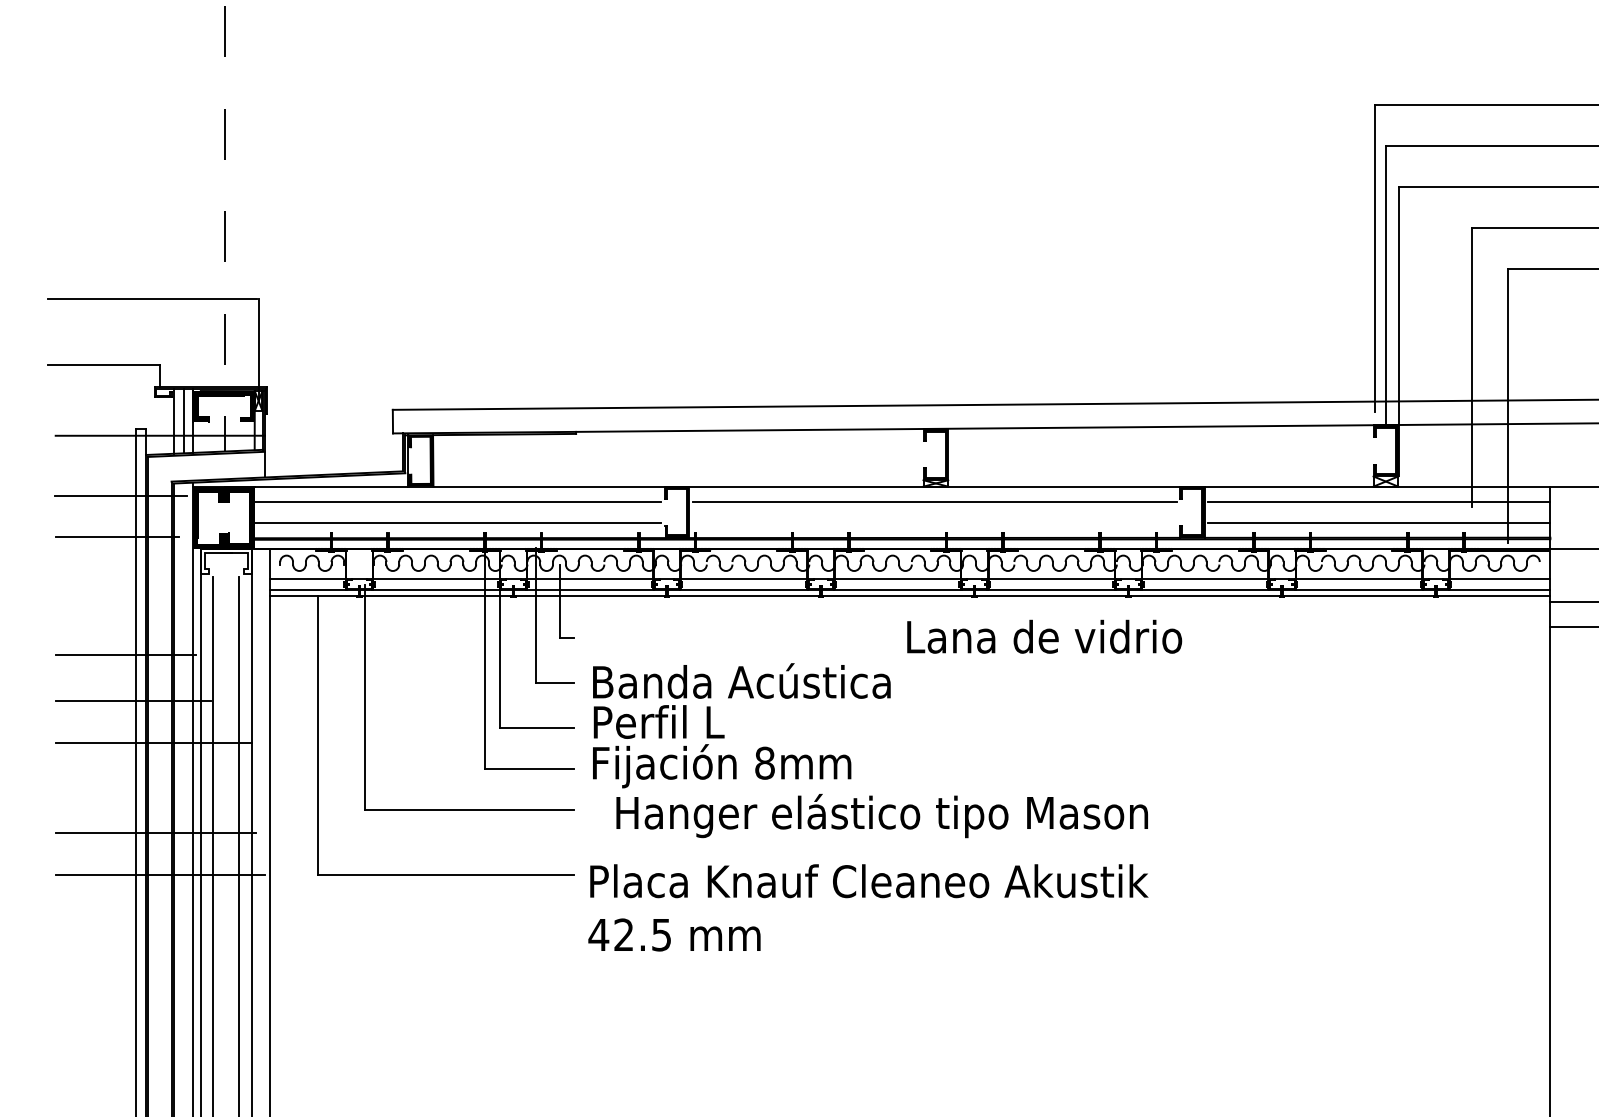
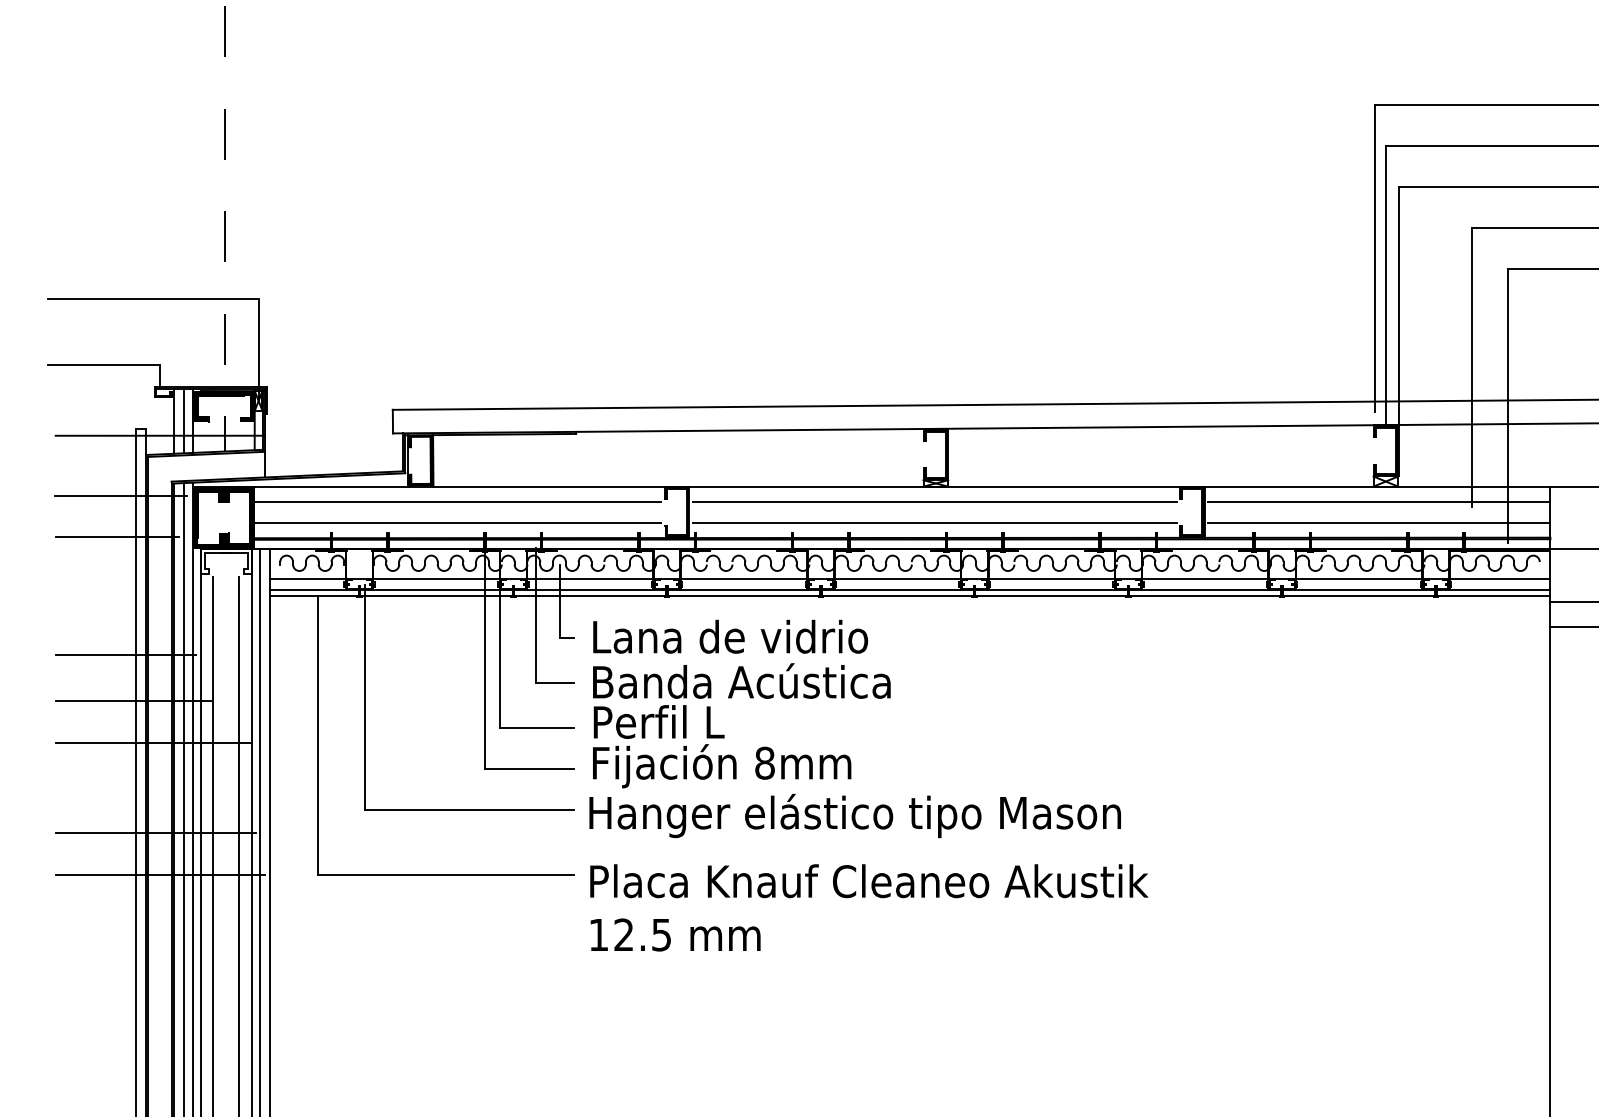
line at (934, 522): none -> present
text at (1044, 636) position: (1044, 636) -> (730, 636)
line at (183, 798): none -> present
text at (881, 816) position: (881, 816) -> (854, 816)
line at (259, 830): none -> present
text at (598, 934): 42.5 -> 12.5
